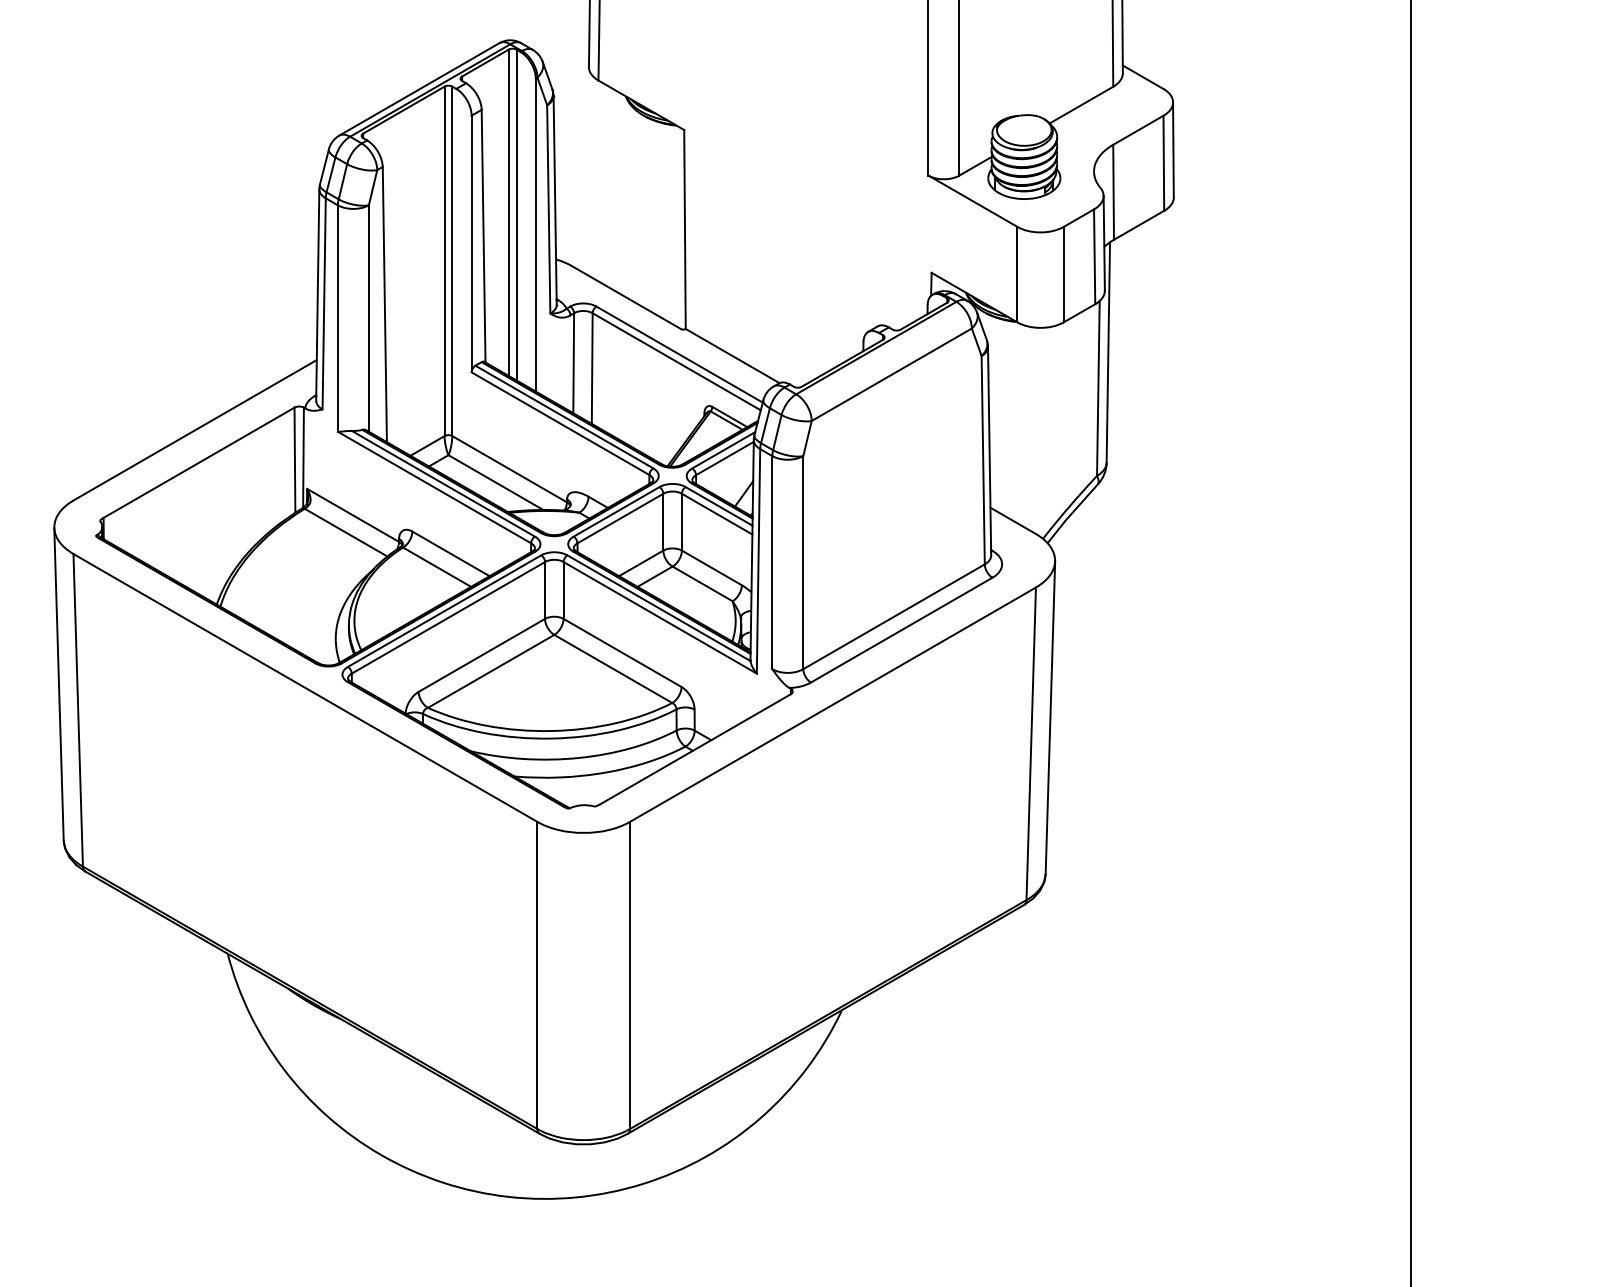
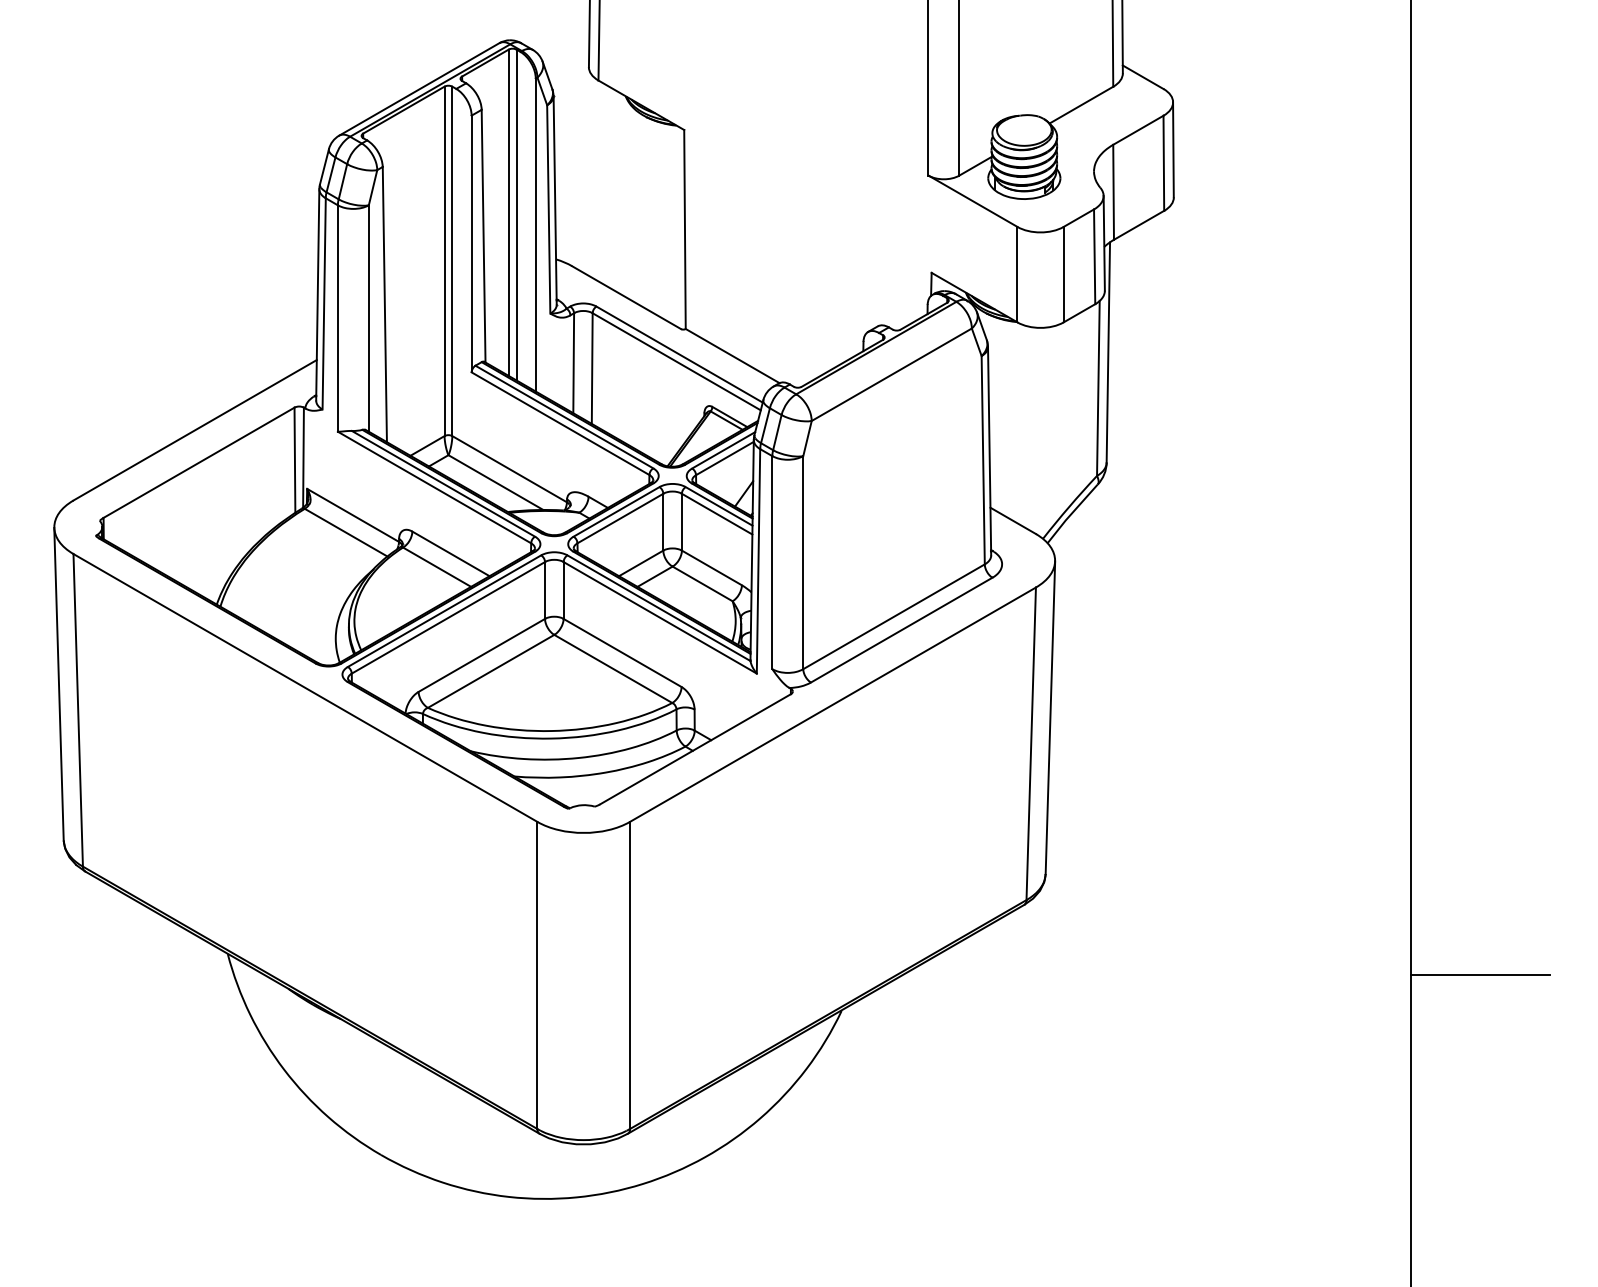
line at (1480, 975): none -> present
